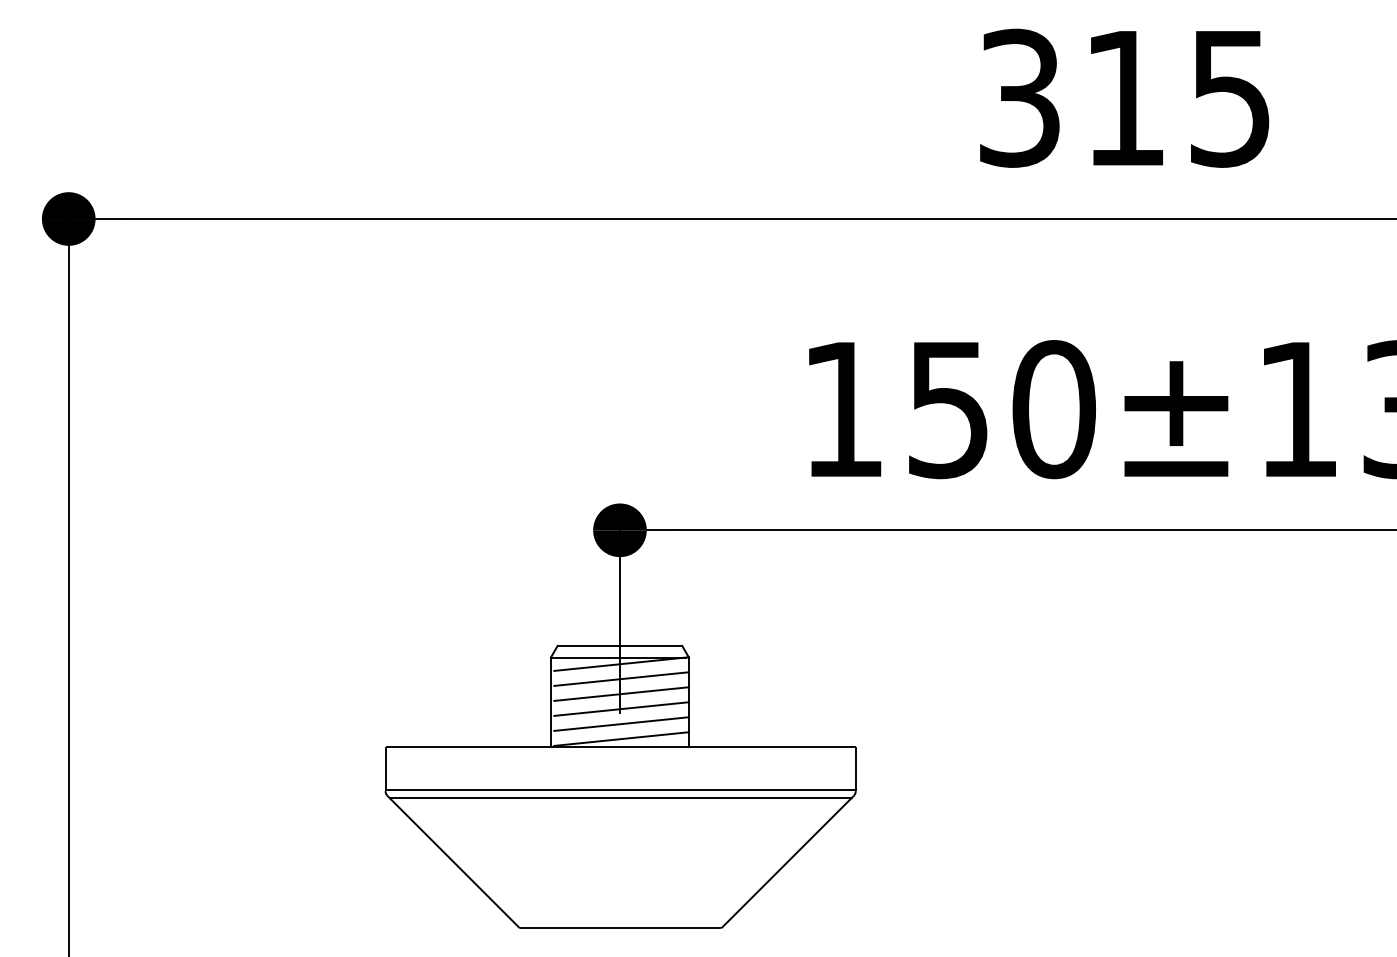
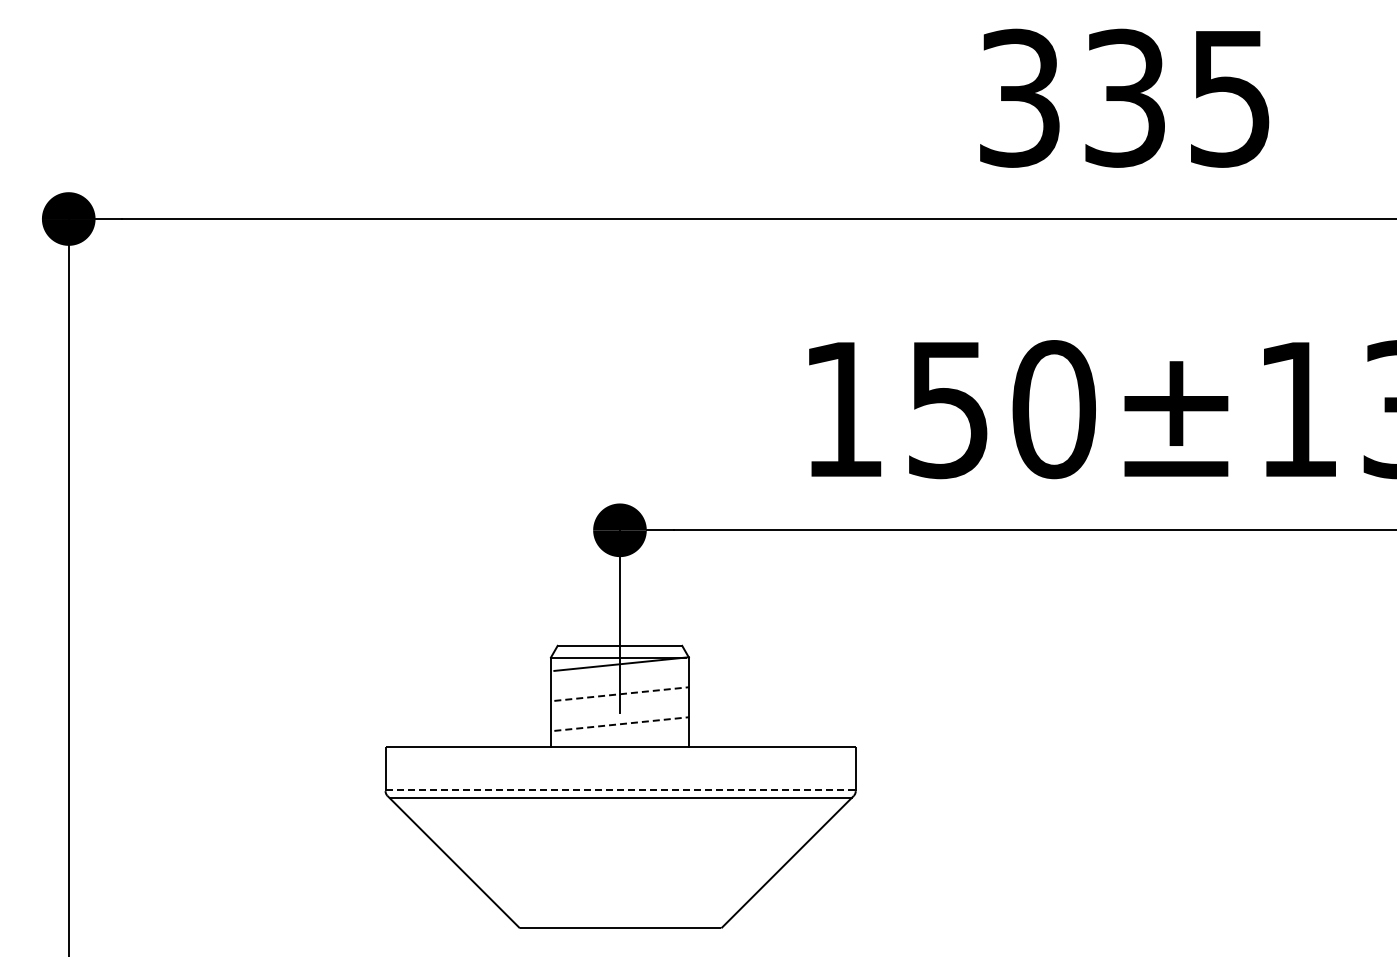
text at (1124, 97): 315 -> 335
line at (621, 678): present -> none
line at (621, 694): solid -> dashed
line at (621, 708): present -> none
line at (621, 724): solid -> dashed
line at (621, 738): present -> none
line at (621, 789): solid -> dashed
